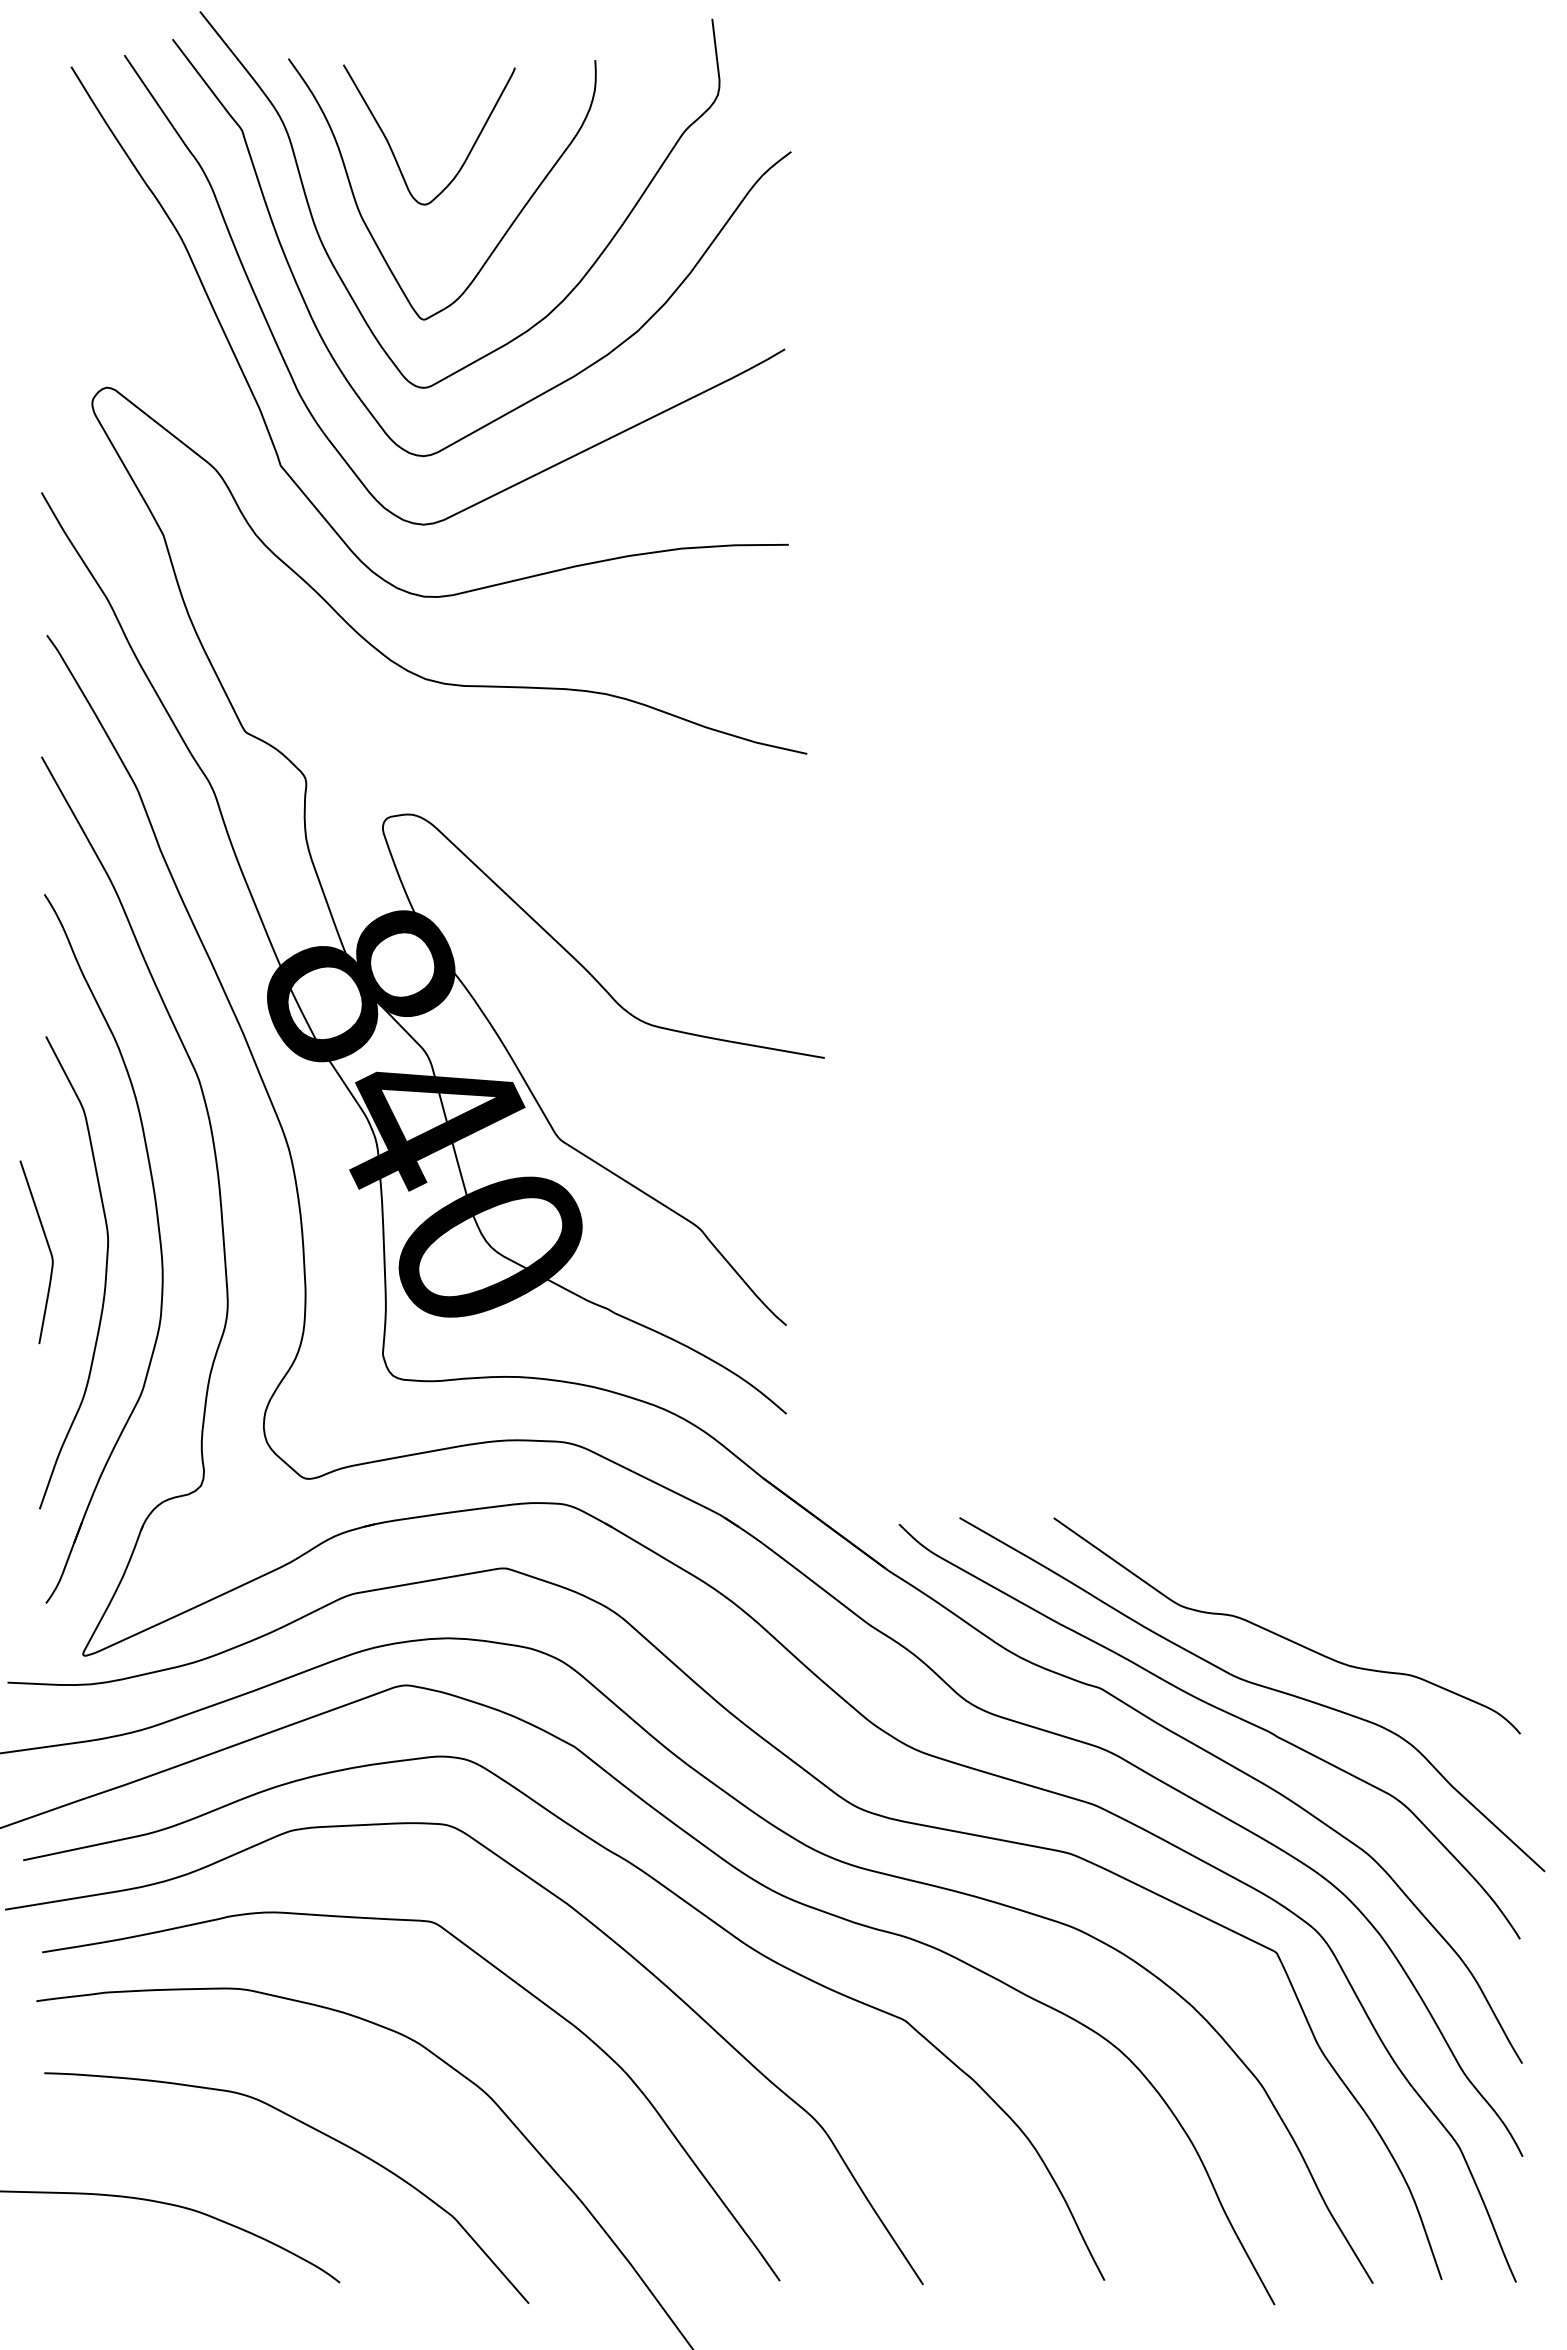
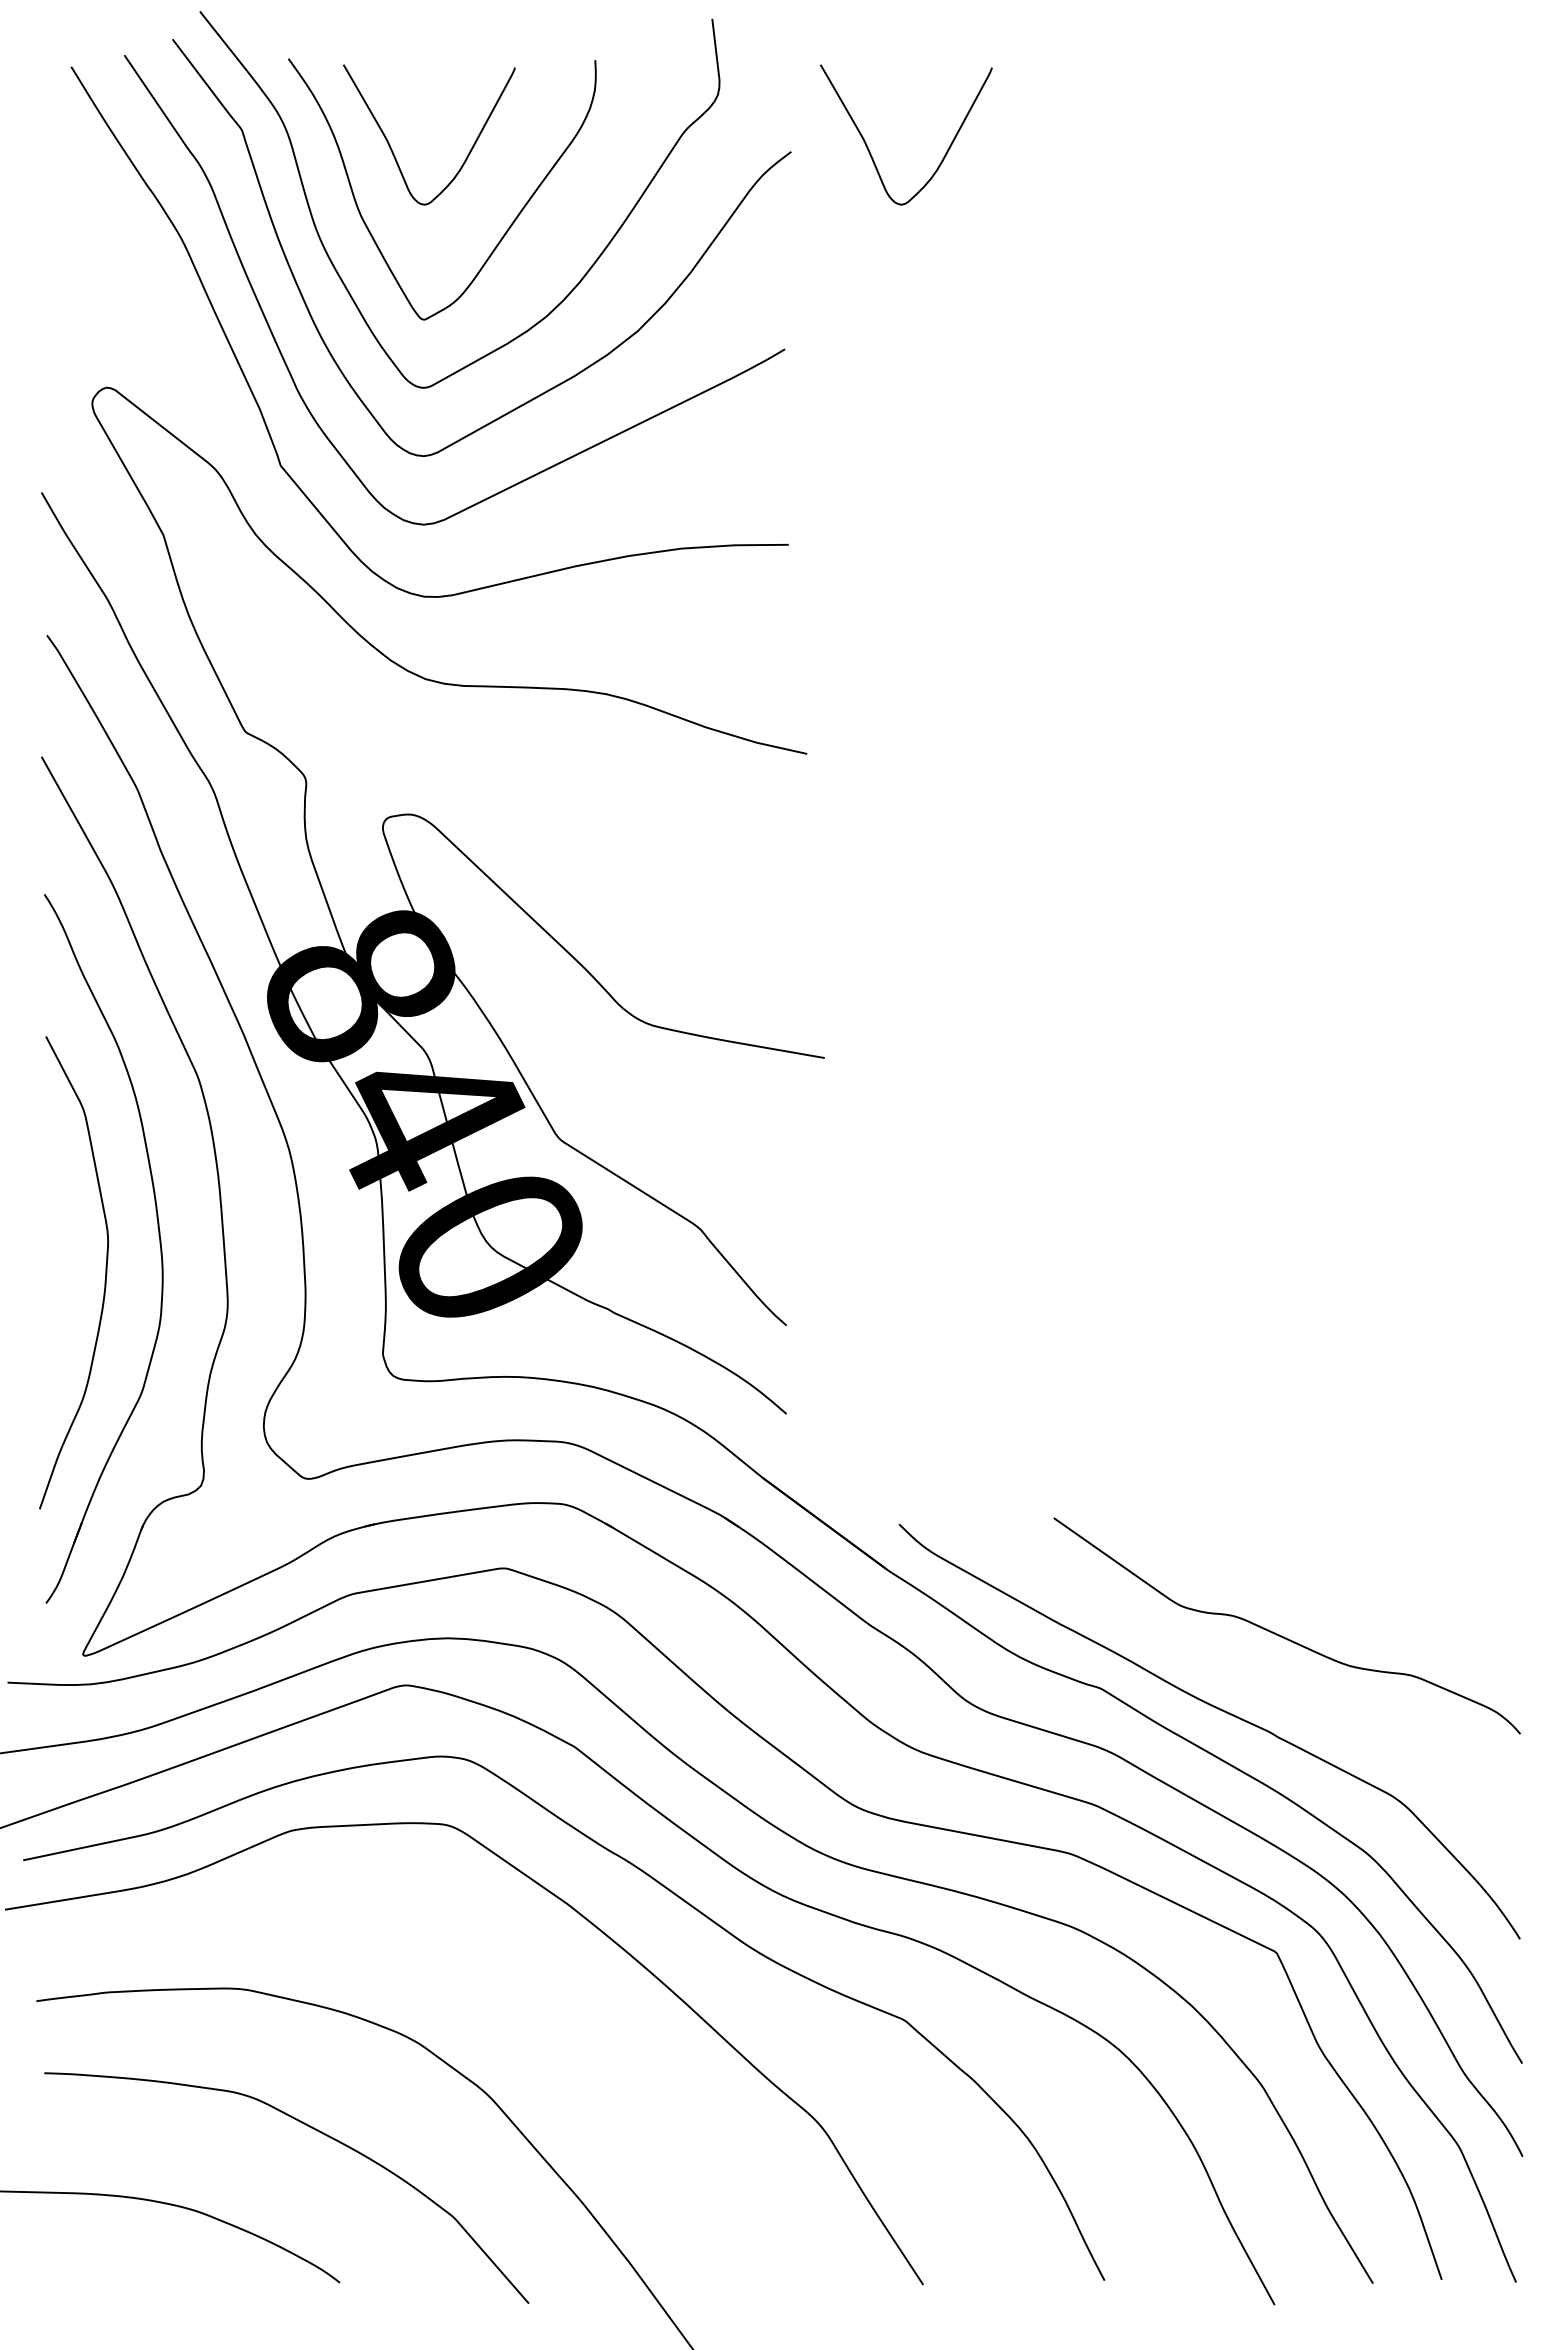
curve at (870, 151): none -> present
curve at (48, 1249): present -> none
curve at (1256, 1685): present -> none
curve at (504, 1975): present -> none
